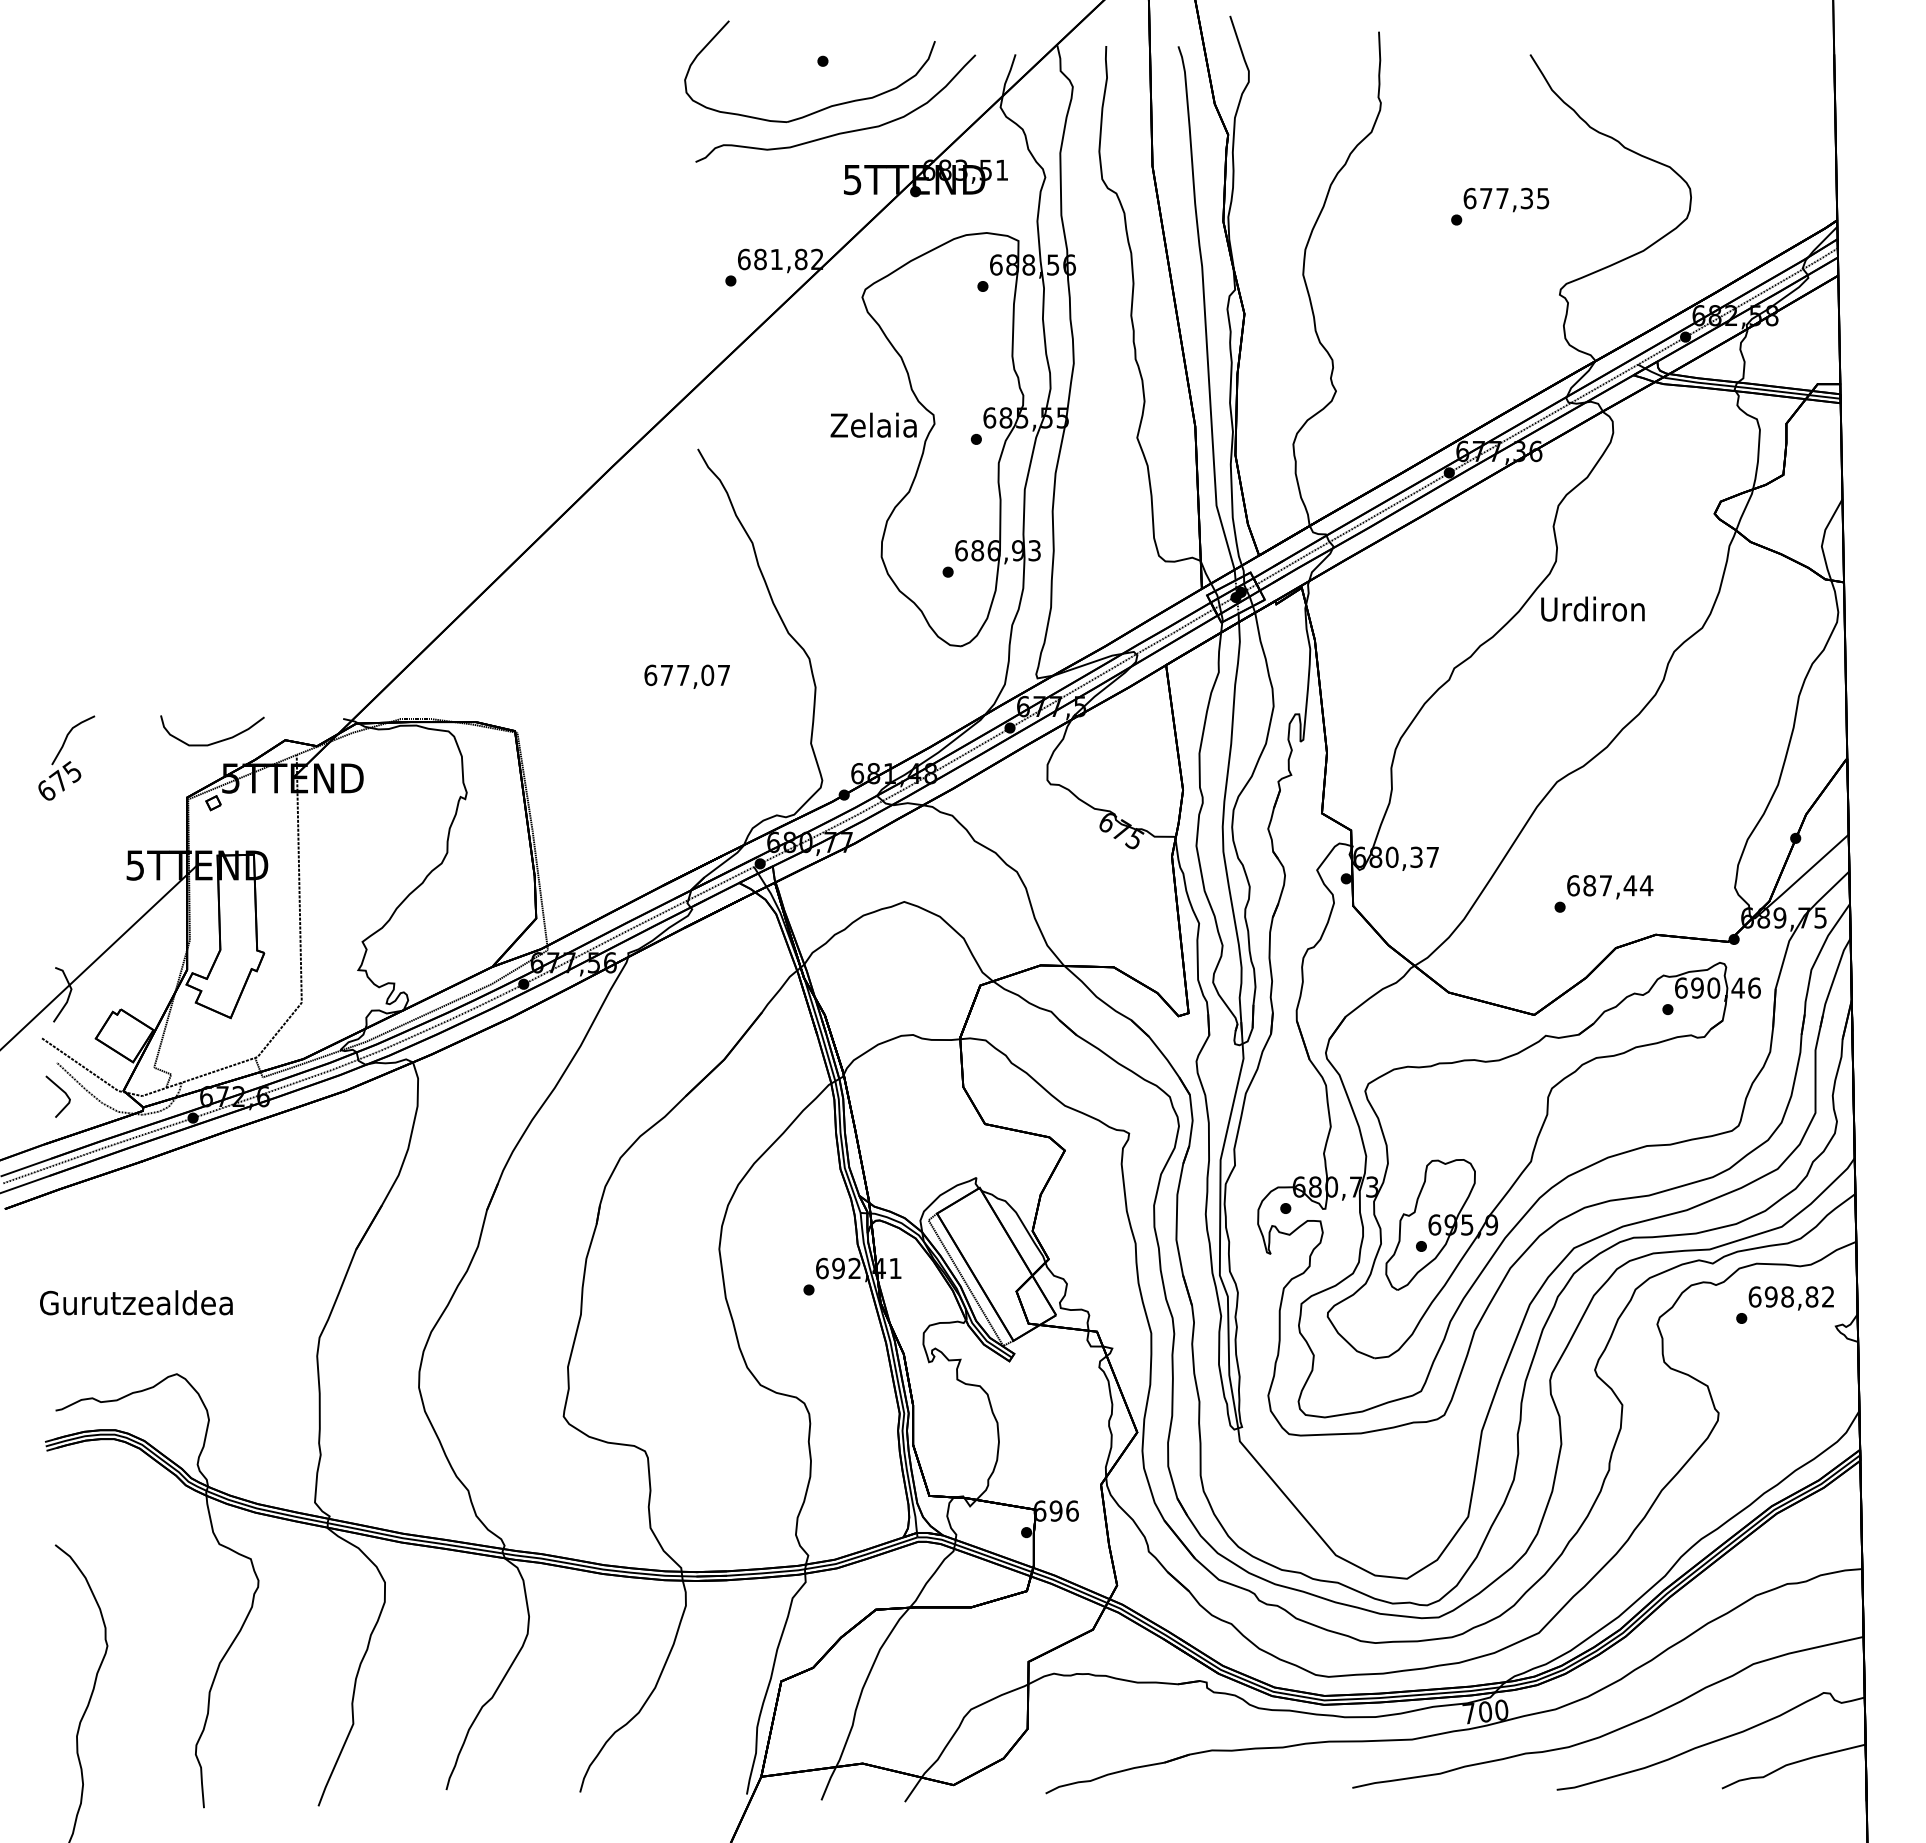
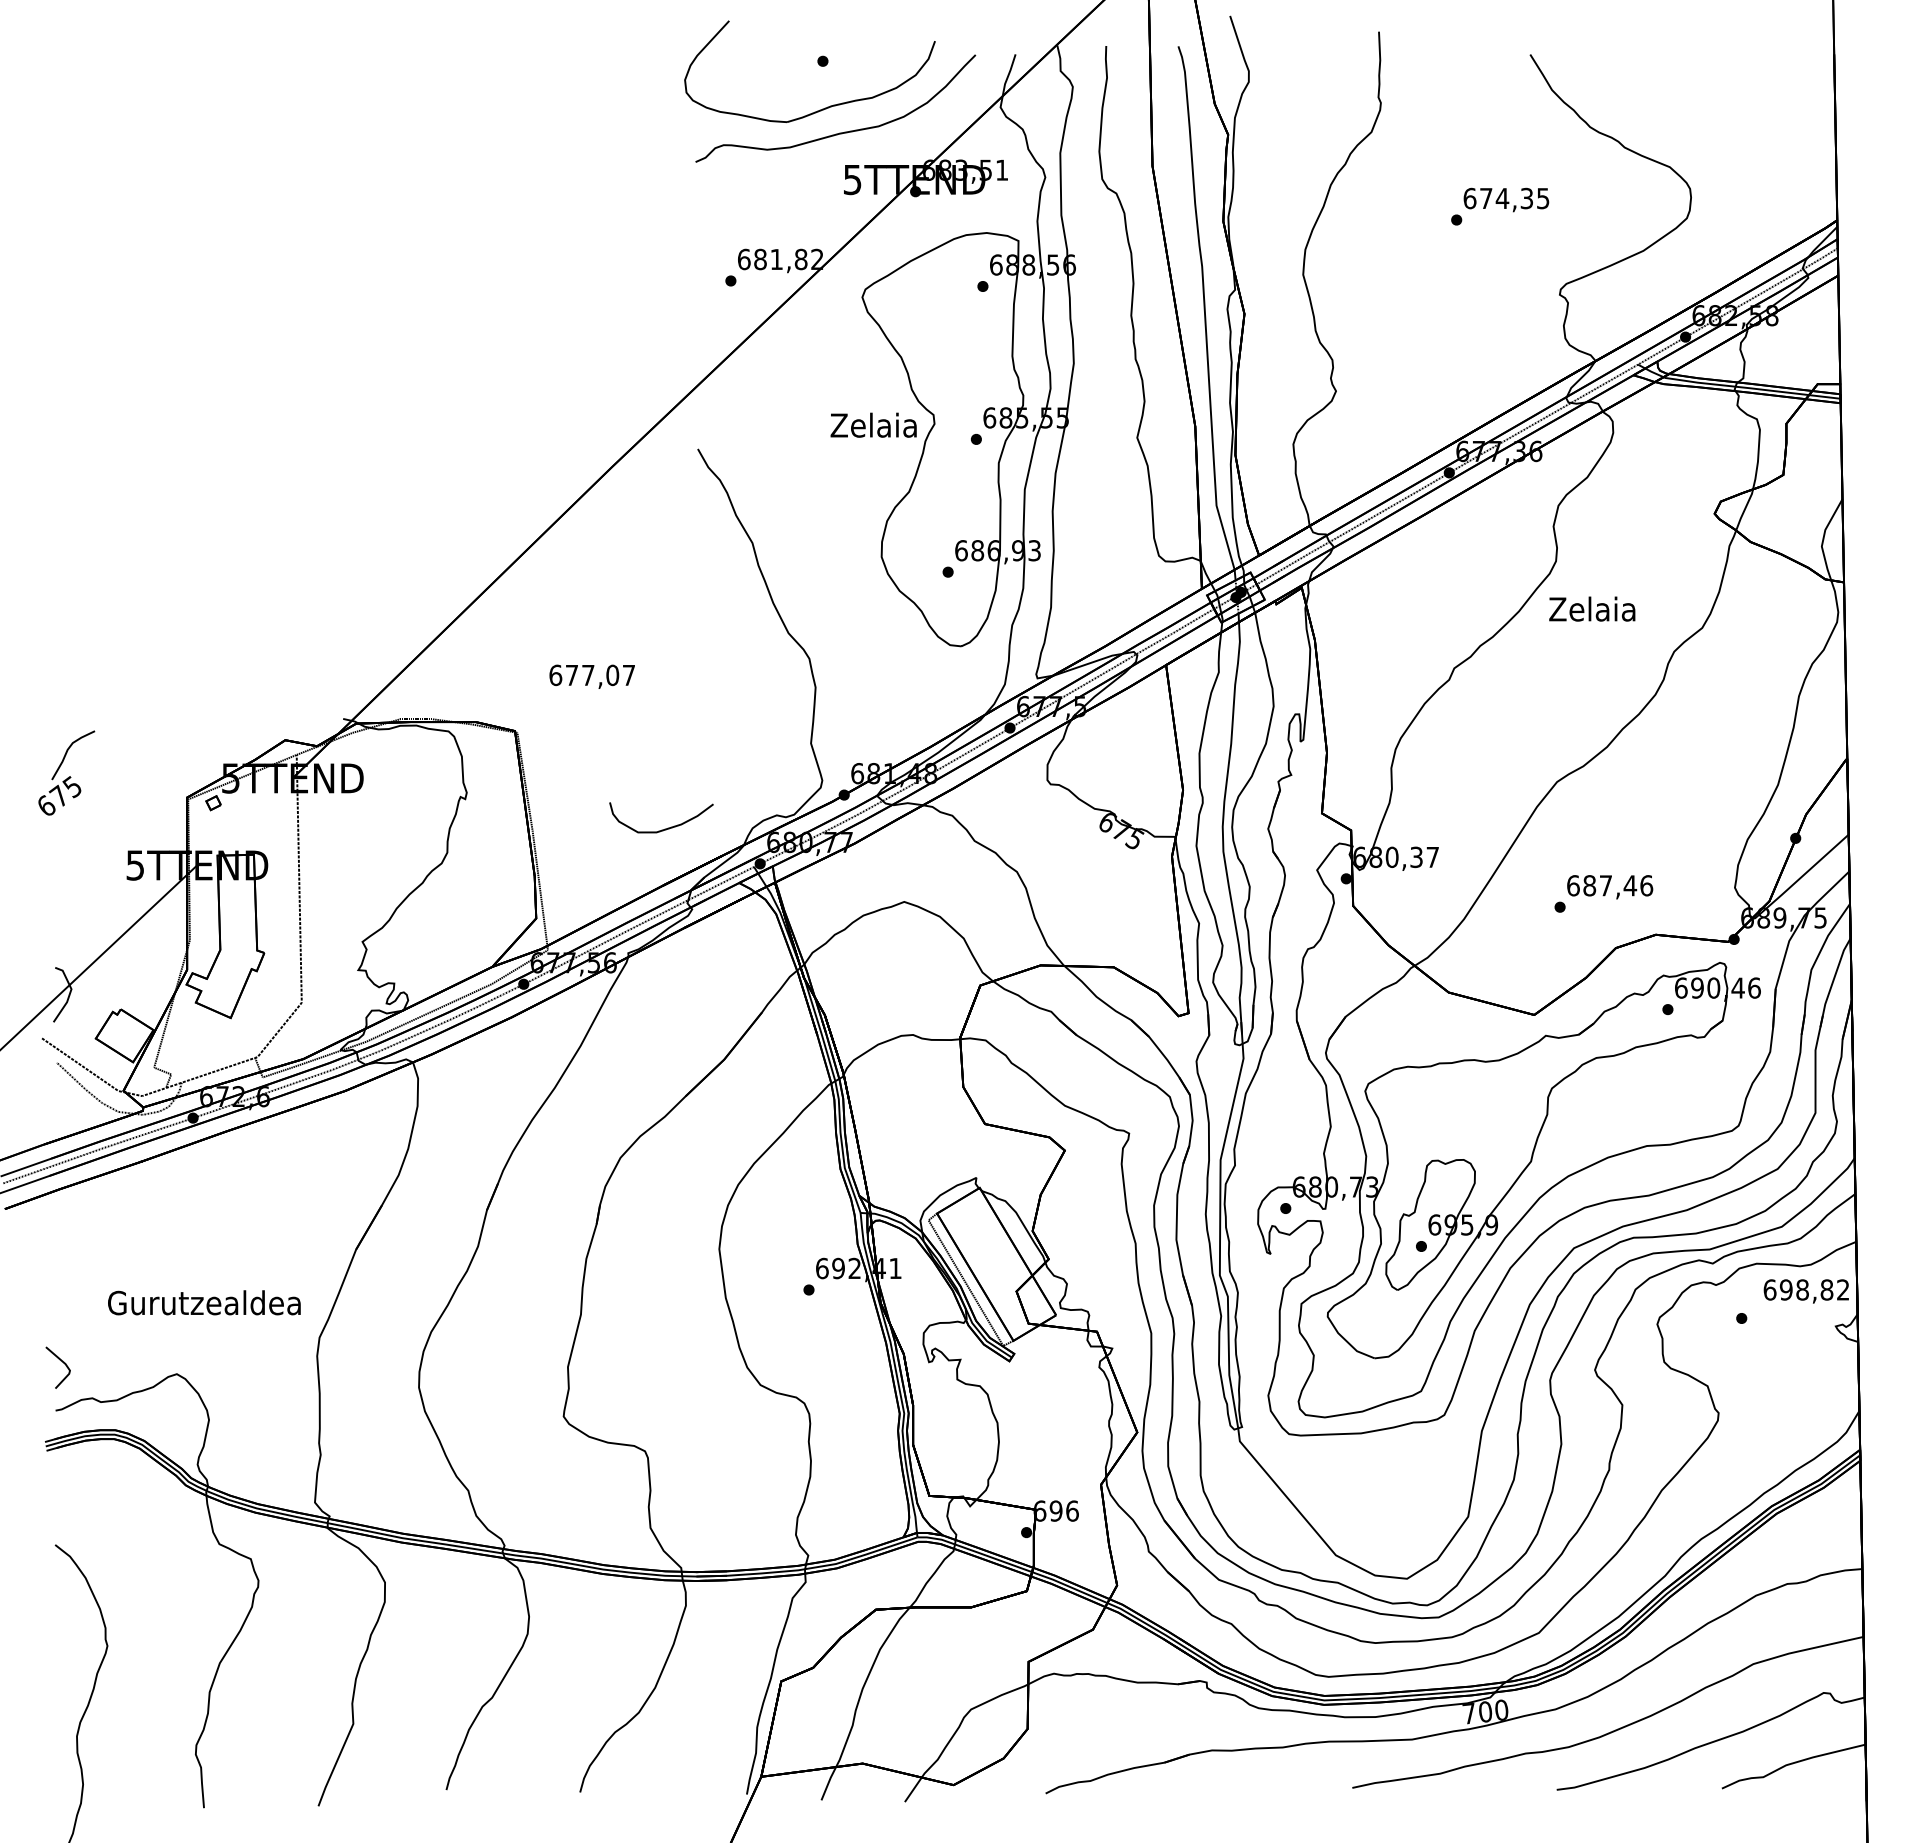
text at (1502, 198): 677,35 -> 674,35
text at (1592, 608): Urdiron -> Zelaia
text at (686, 676) position: (686, 676) -> (591, 676)
curve at (215, 741) position: (215, 741) -> (664, 828)
part at (66, 757) position: (66, 757) -> (66, 772)
text at (1646, 885): 687,44 -> 687,46
line at (62, 1091) position: (62, 1091) -> (62, 1362)
text at (1790, 1298) position: (1790, 1298) -> (1805, 1291)
text at (136, 1302) position: (136, 1302) -> (204, 1302)
